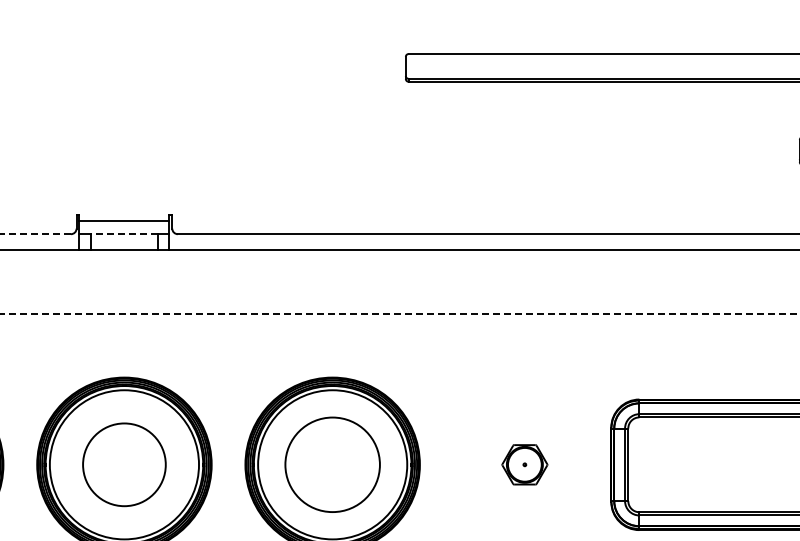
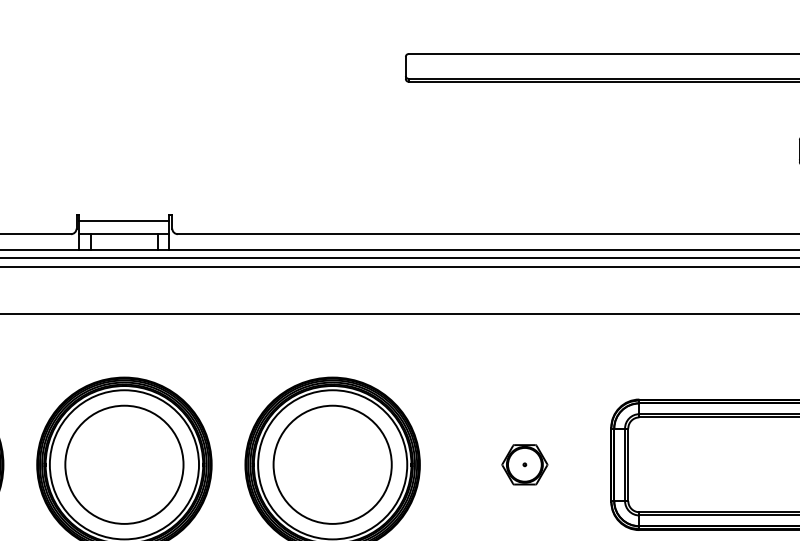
line at (34, 234): dashed -> solid
line at (124, 234): dashed -> solid
line at (399, 257): none -> present
line at (399, 266): none -> present
line at (400, 313): dashed -> solid
circle at (124, 464) diameter: 83 px -> 118 px
circle at (332, 464) diameter: 95 px -> 118 px
